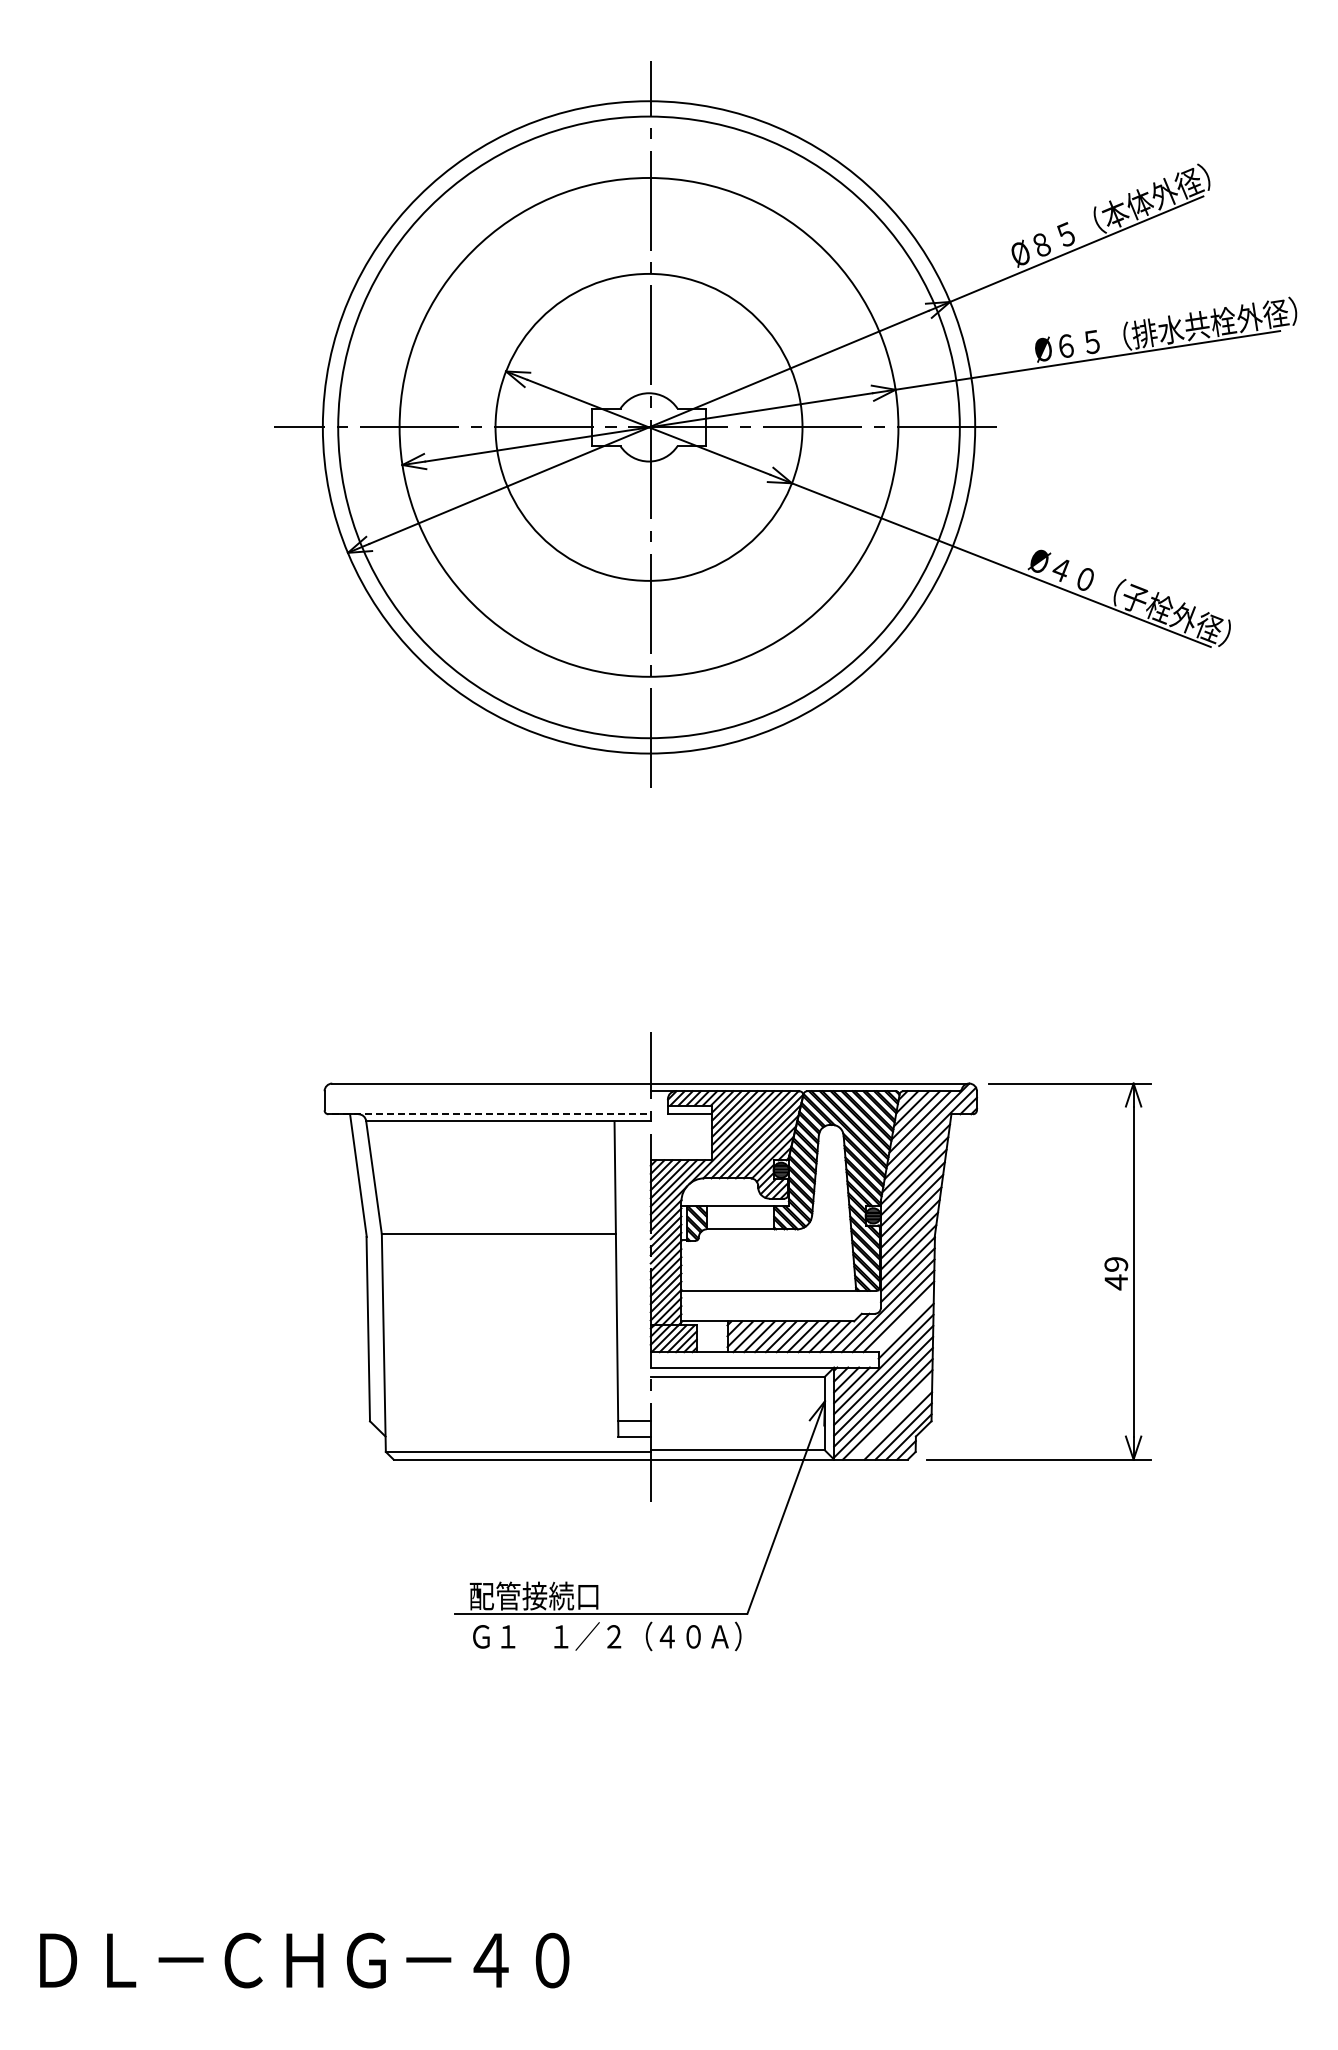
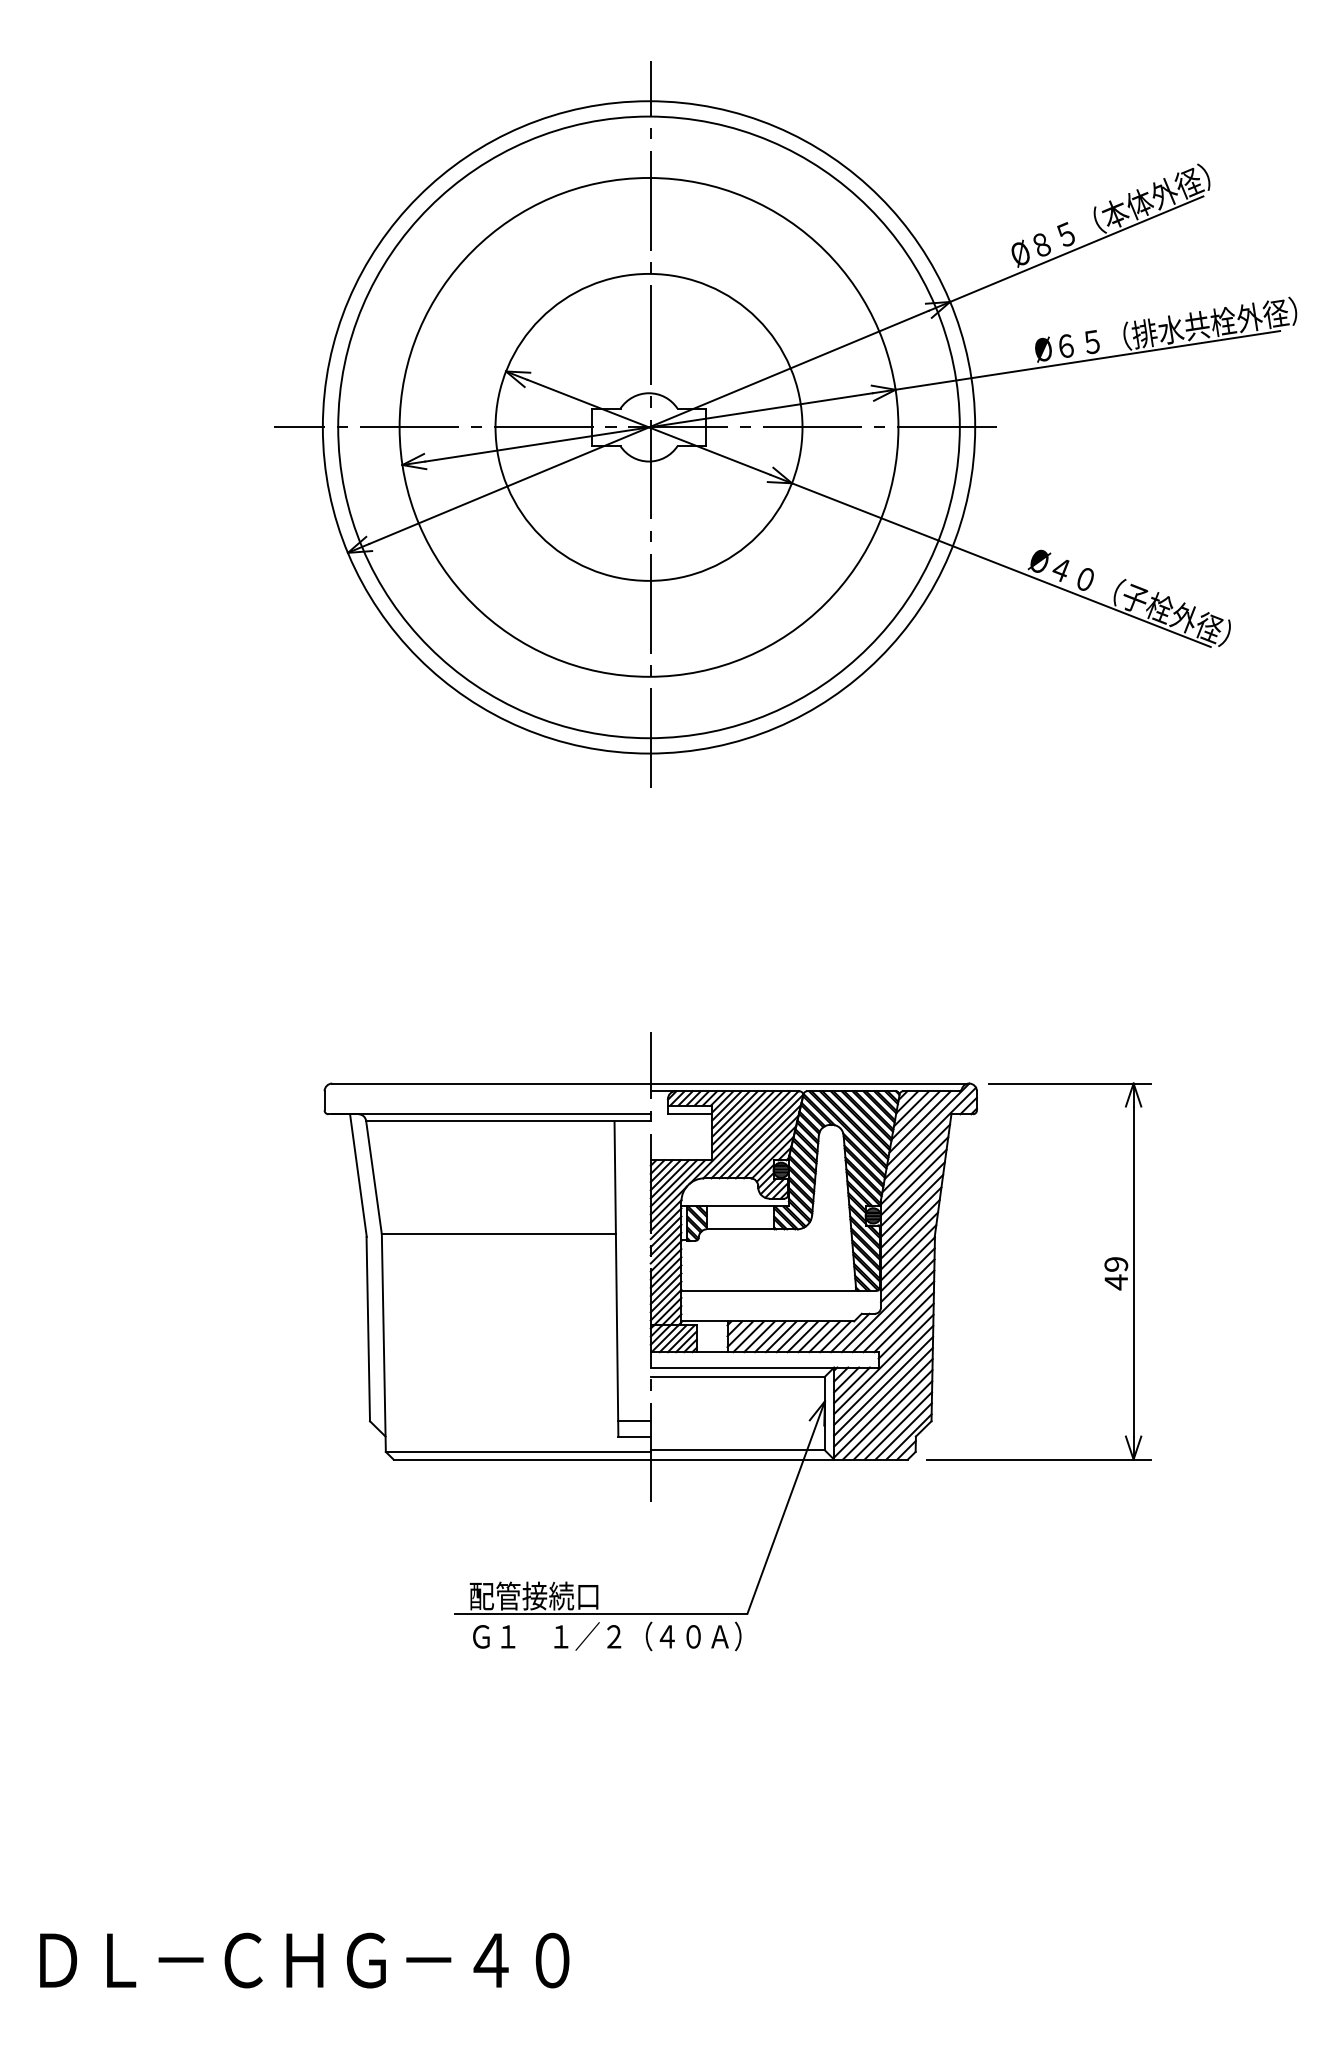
line at (492, 1114): dashed -> solid
line at (903, 1322): none -> present
line at (892, 1420): none -> present
